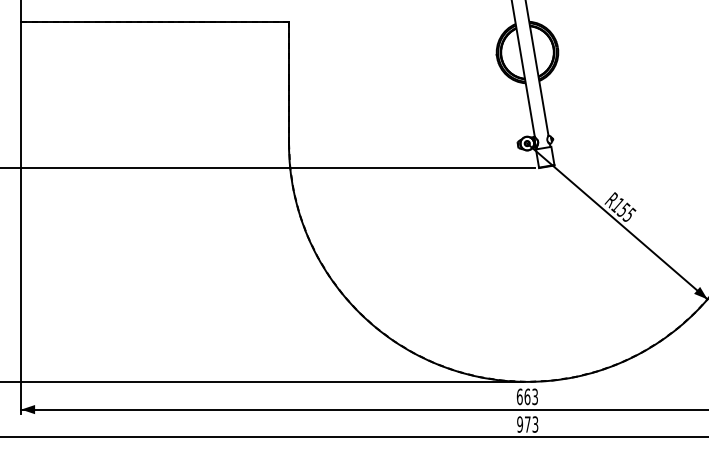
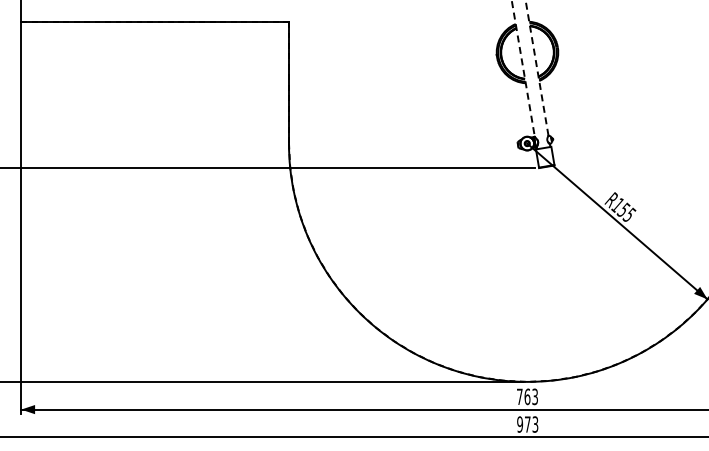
line at (537, 67): solid -> dashed
line at (523, 69): solid -> dashed
text at (519, 396): 663 -> 763
